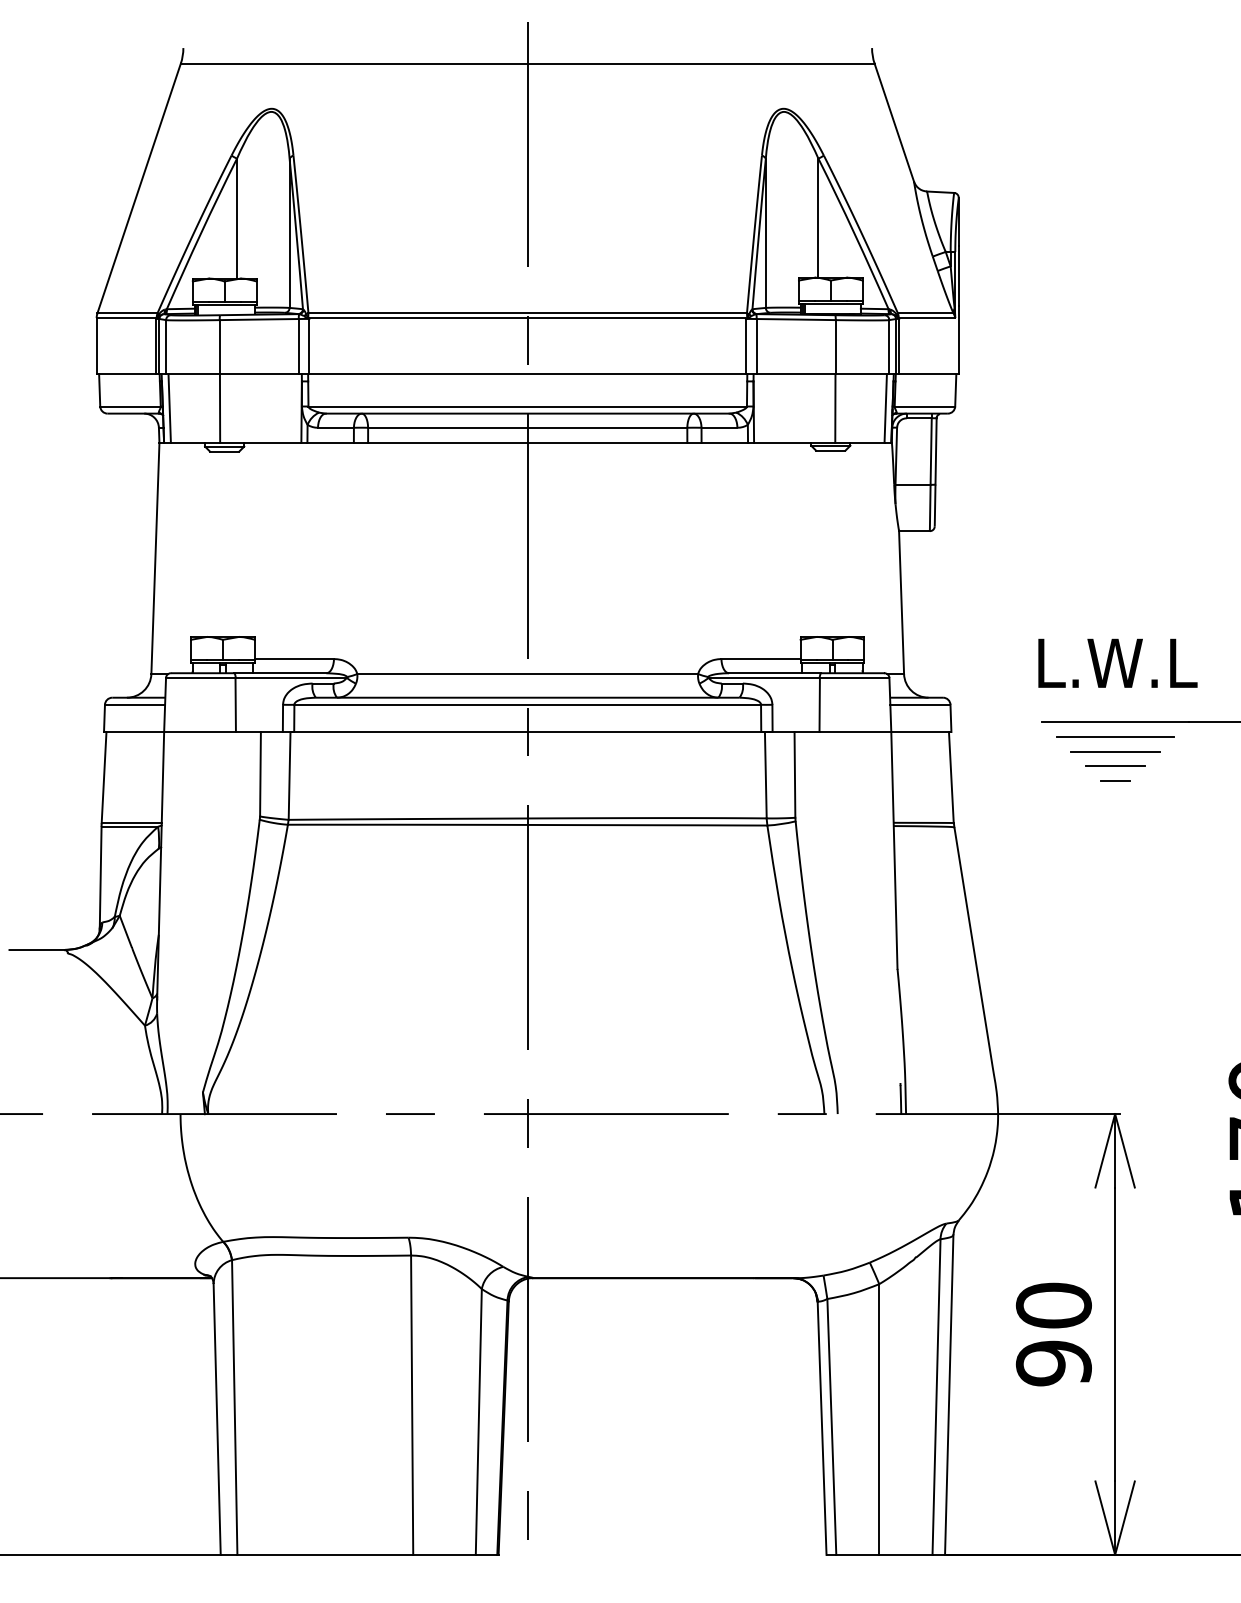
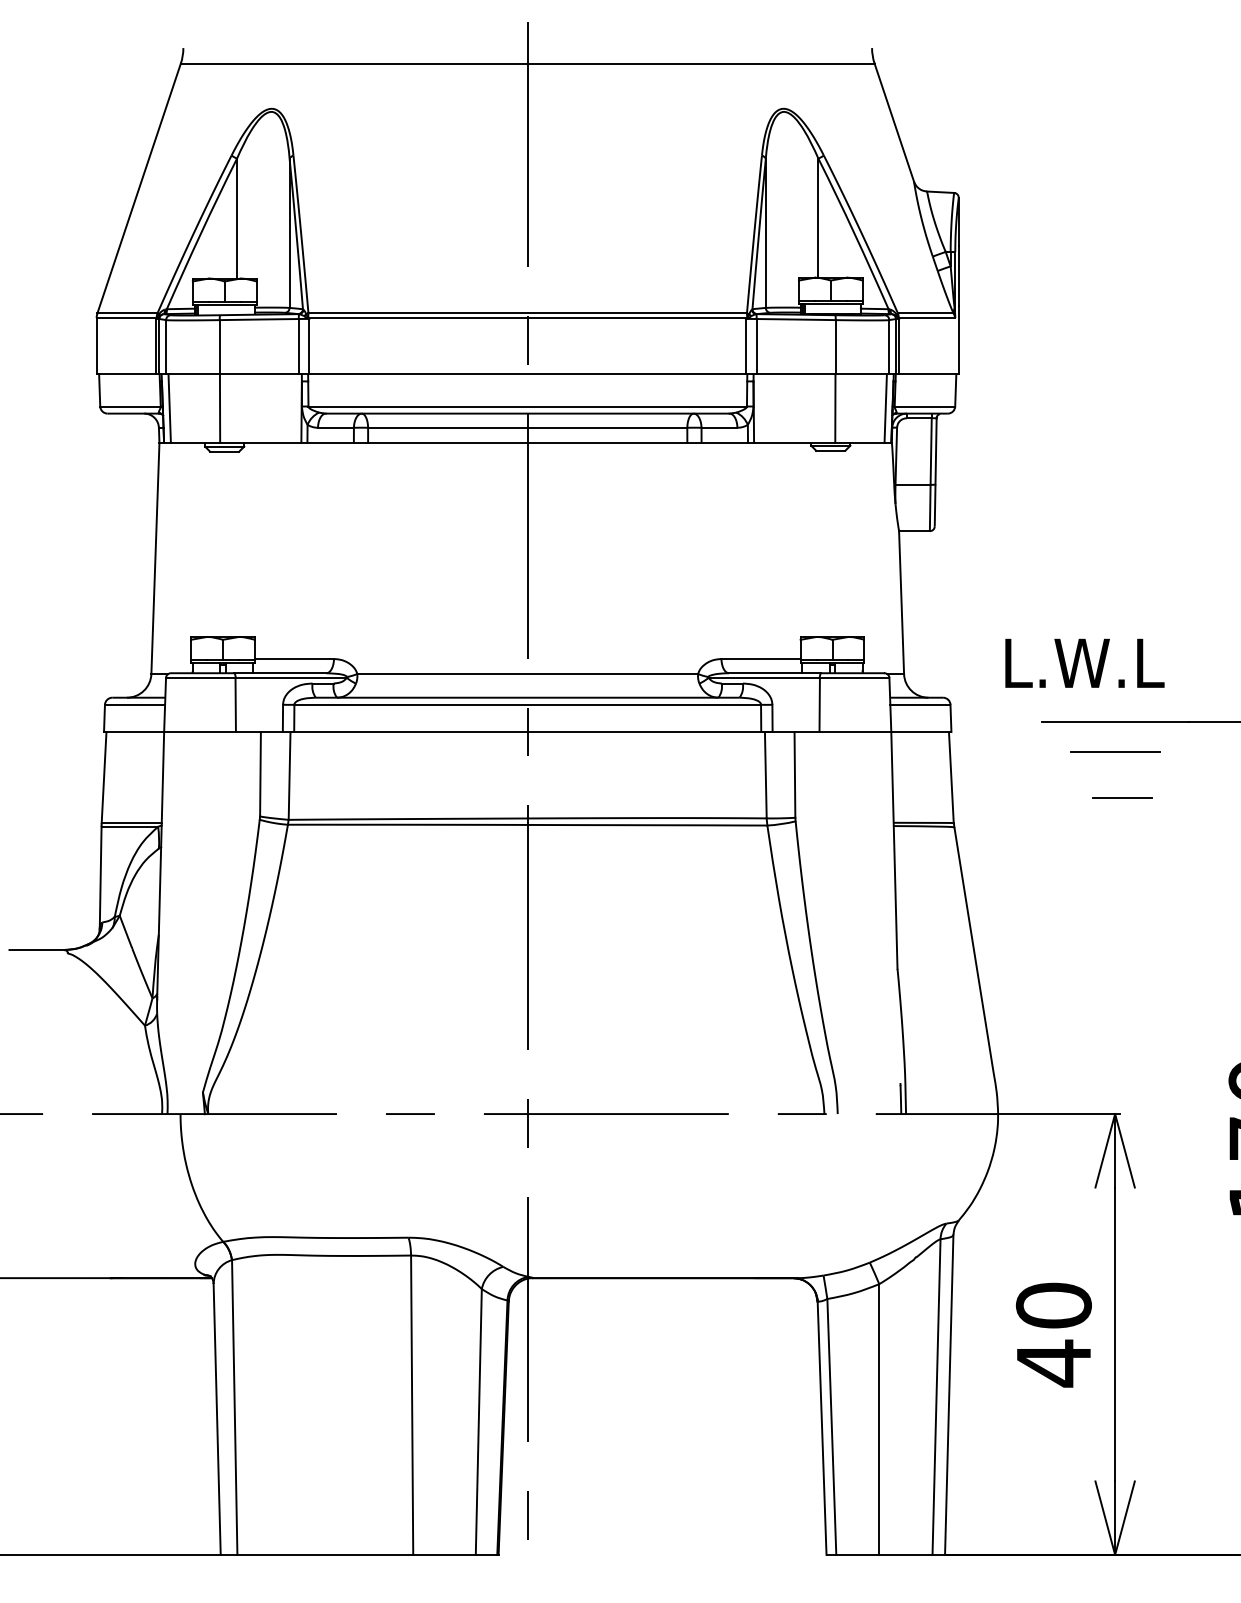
text at (1117, 662) position: (1117, 662) -> (1084, 662)
line at (1115, 736): present -> none
line at (1115, 765) position: (1115, 765) -> (1122, 797)
line at (1115, 780): present -> none
text at (1053, 1363): 90 -> 40
